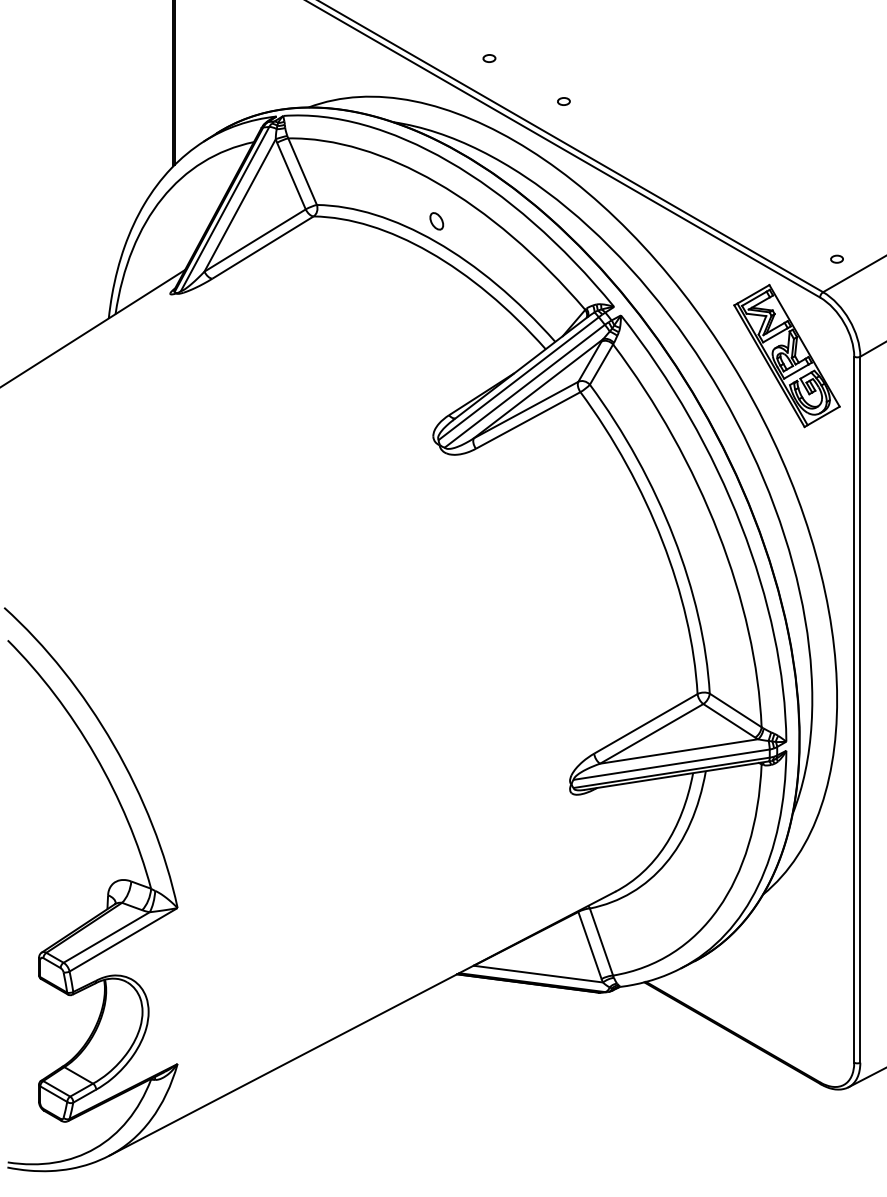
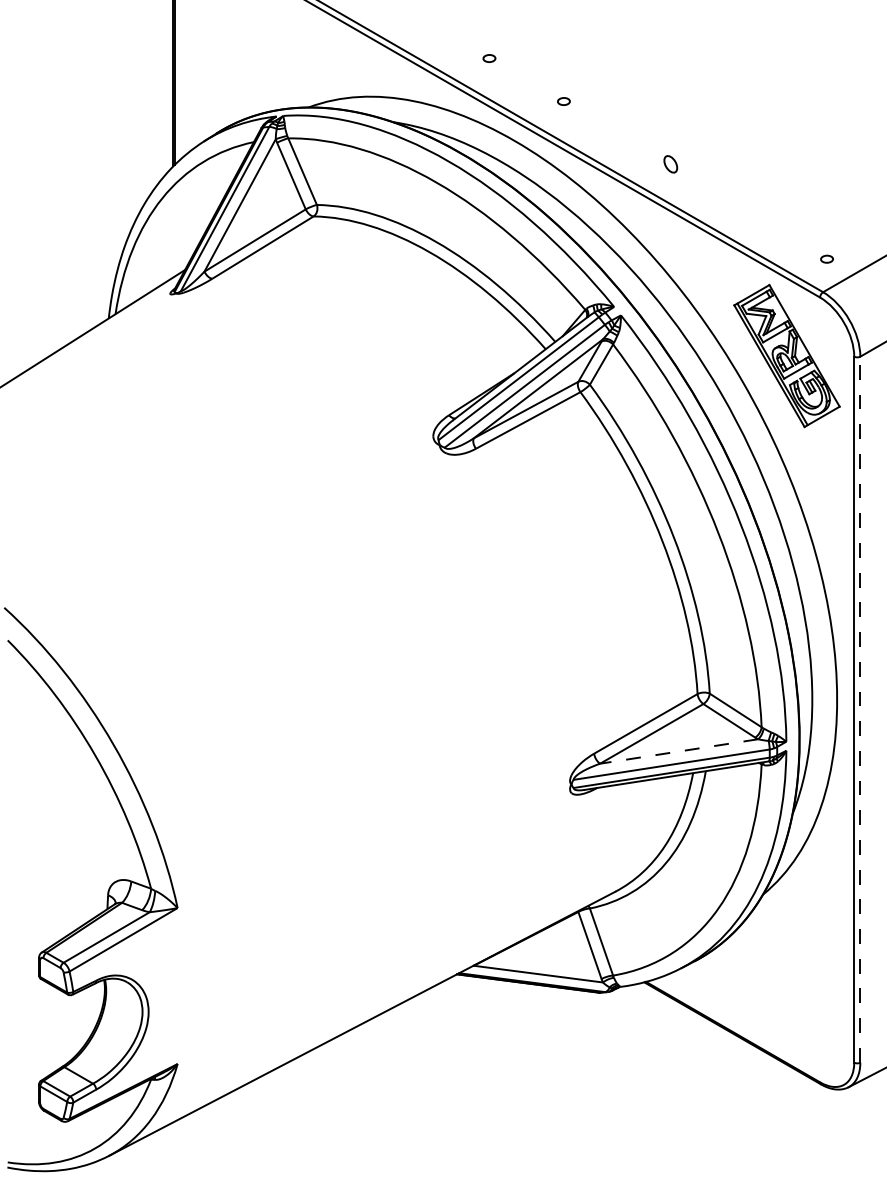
part at (436, 221) position: (436, 221) -> (670, 164)
part at (836, 258) position: (836, 258) -> (826, 258)
line at (860, 709): solid -> dashed
line at (678, 751): solid -> dashed
